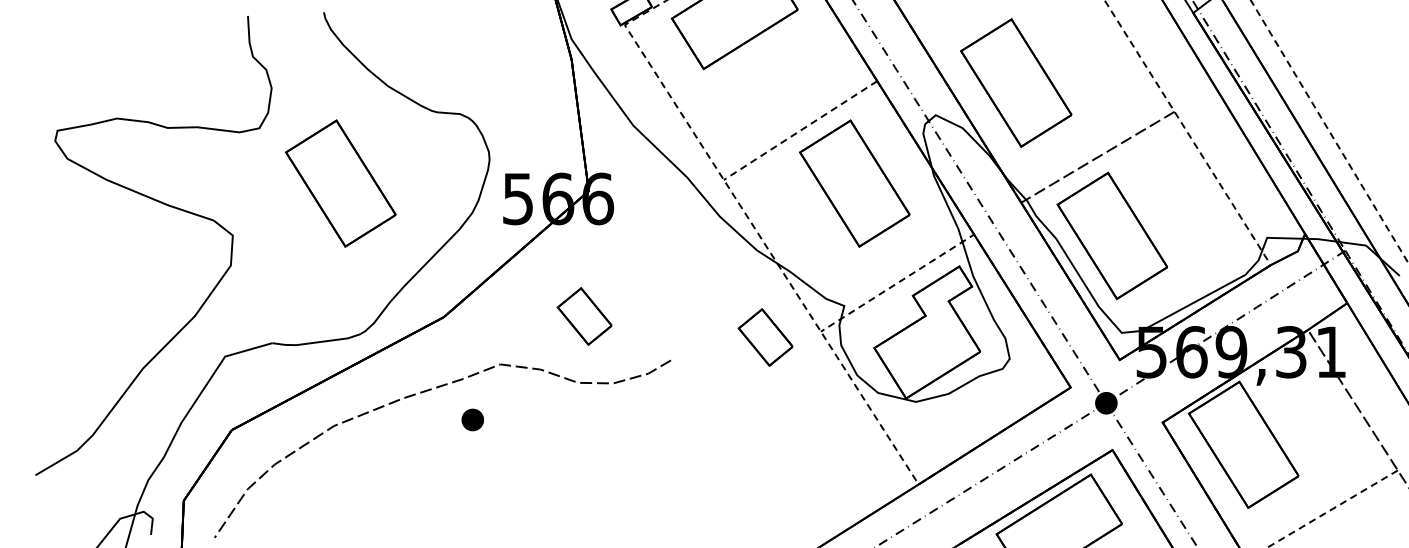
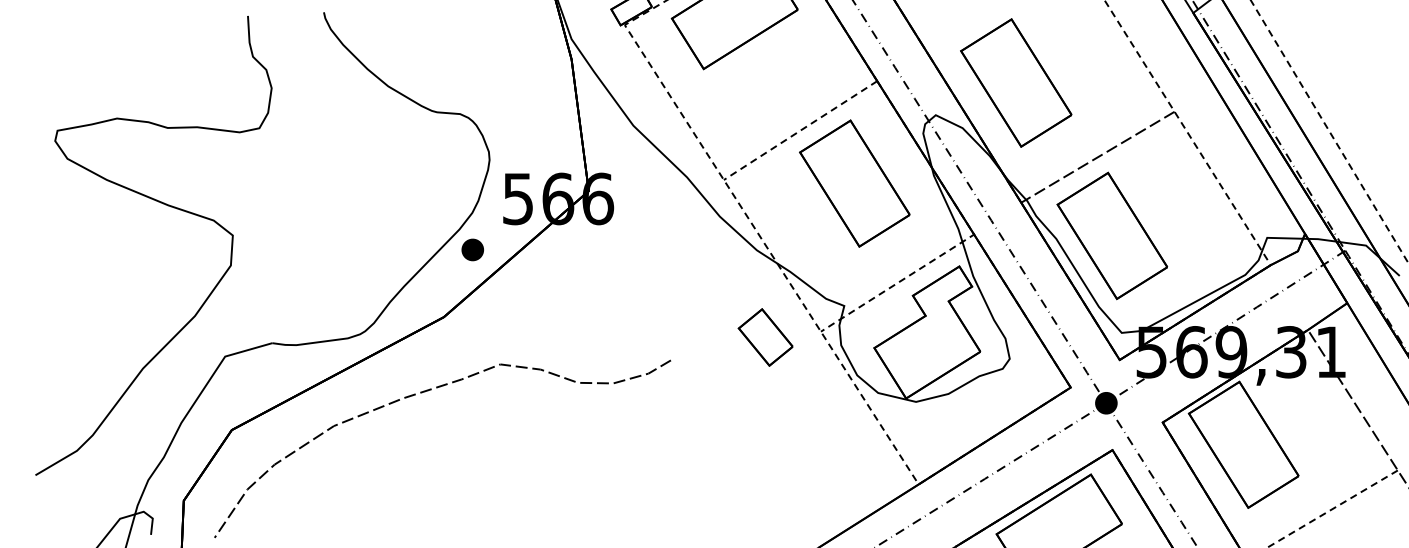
part at (340, 183): present -> none
part at (584, 316): present -> none
part at (472, 419) position: (472, 419) -> (472, 249)
